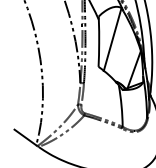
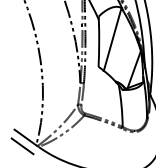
line at (22, 146): none -> present
